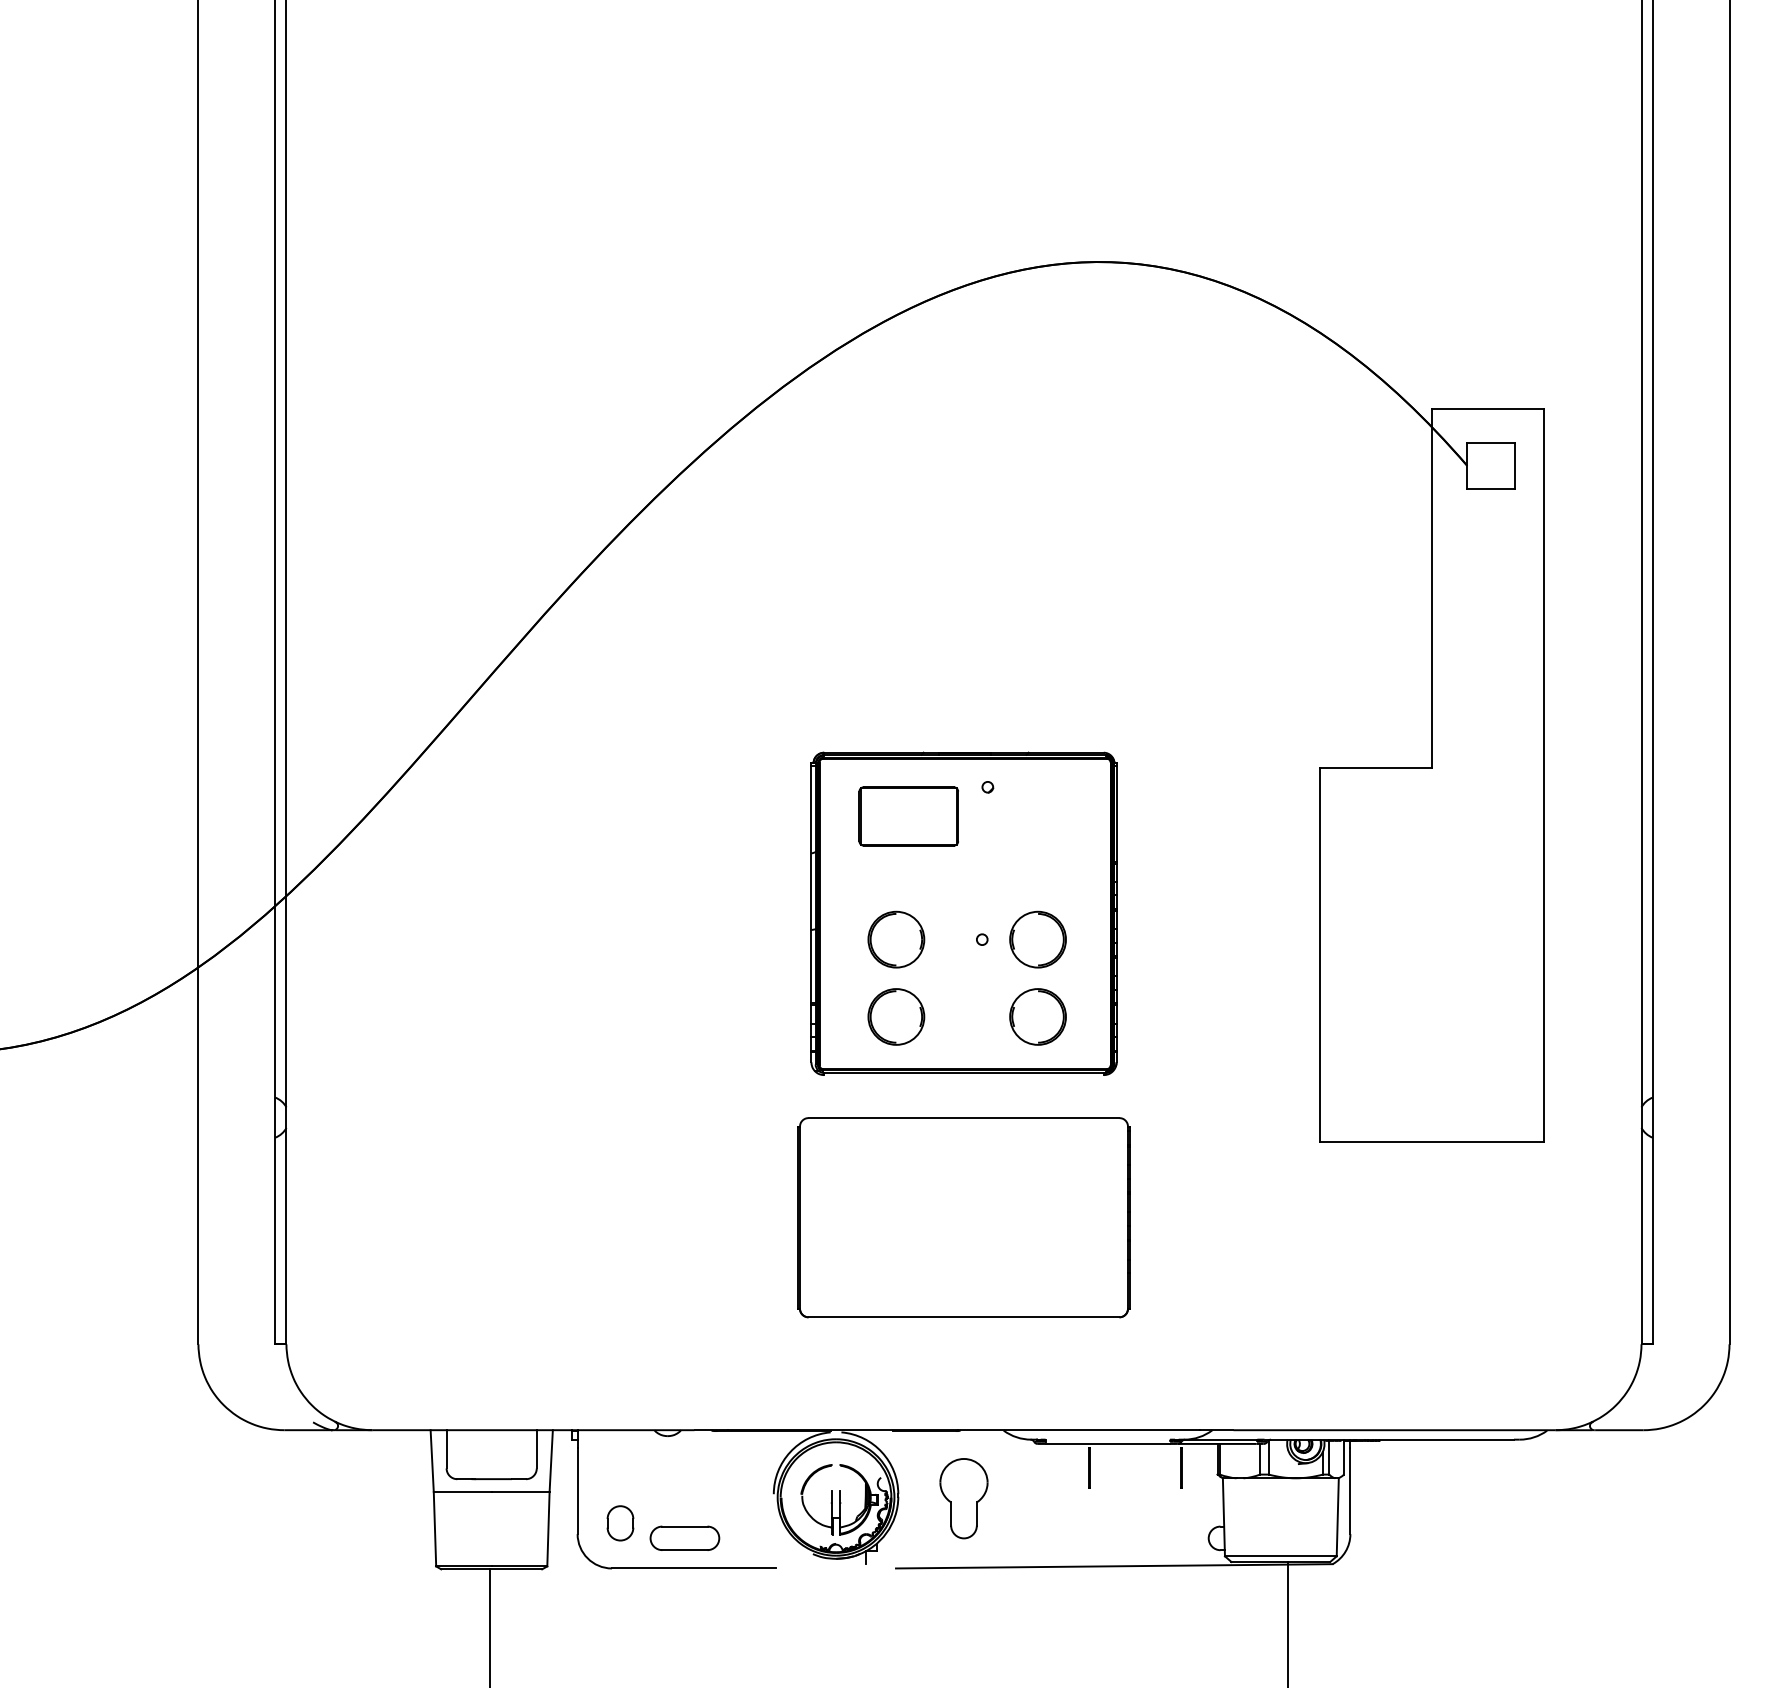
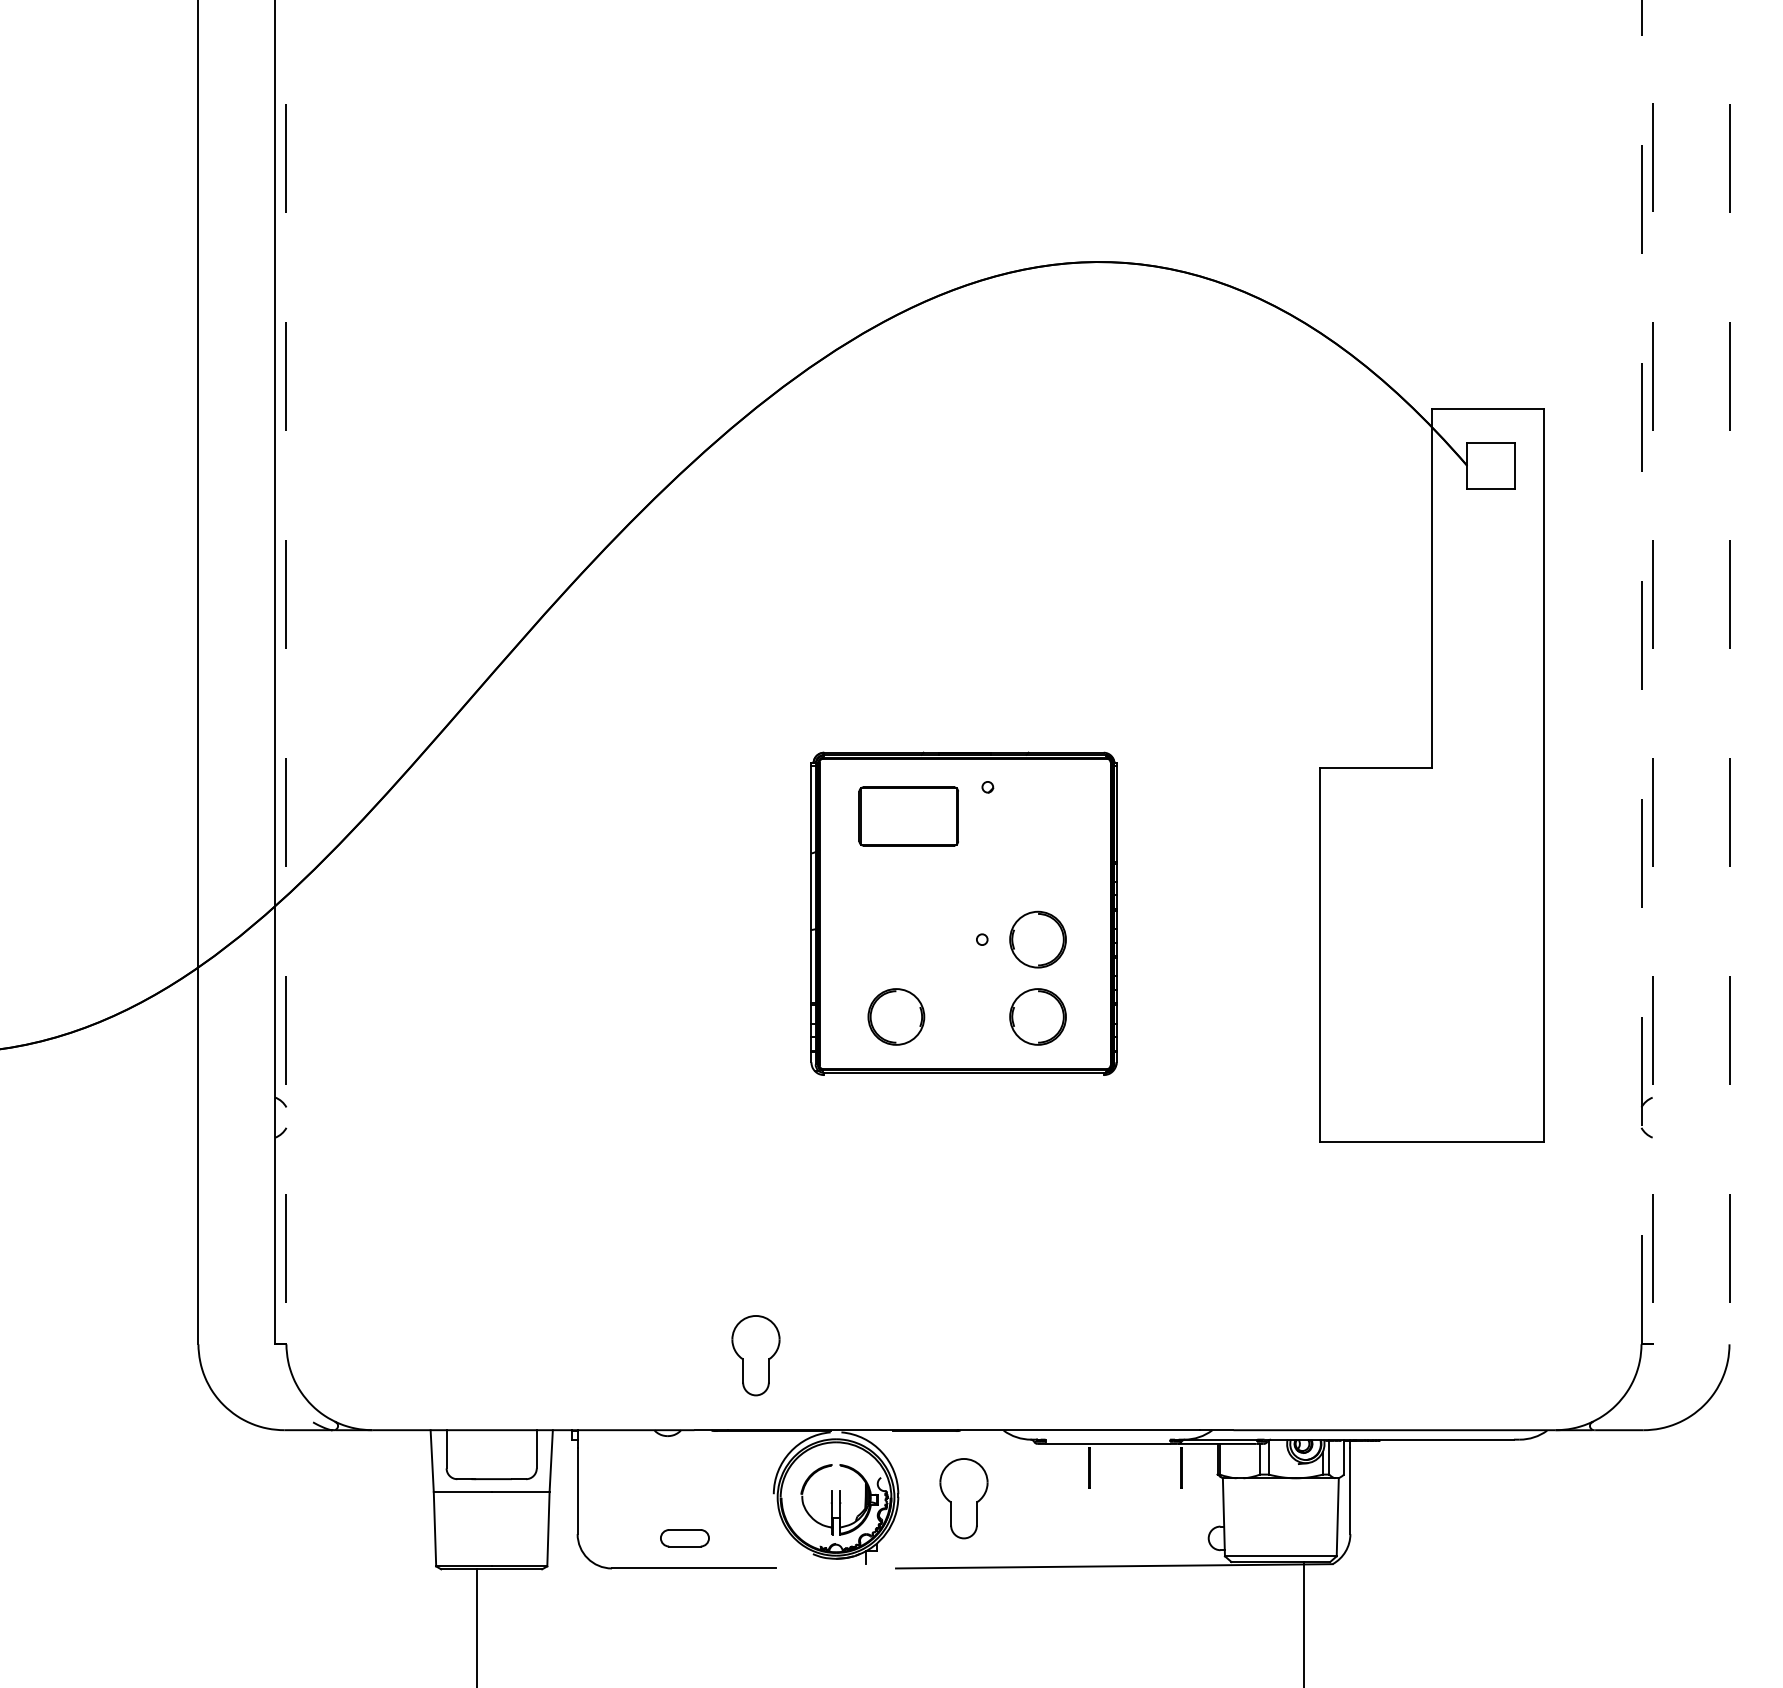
line at (286, 672): solid -> dashed
line at (1641, 672): solid -> dashed
line at (1652, 672): solid -> dashed
line at (1729, 672): solid -> dashed
part at (896, 939): present -> none
part at (963, 1217): present -> none
part at (755, 1355): none -> present
part at (620, 1523): present -> none
part at (684, 1537) size: 72x26 px -> 50x19 px
line at (1288, 1623) position: (1288, 1623) -> (1304, 1623)
line at (489, 1626) position: (489, 1626) -> (476, 1626)
